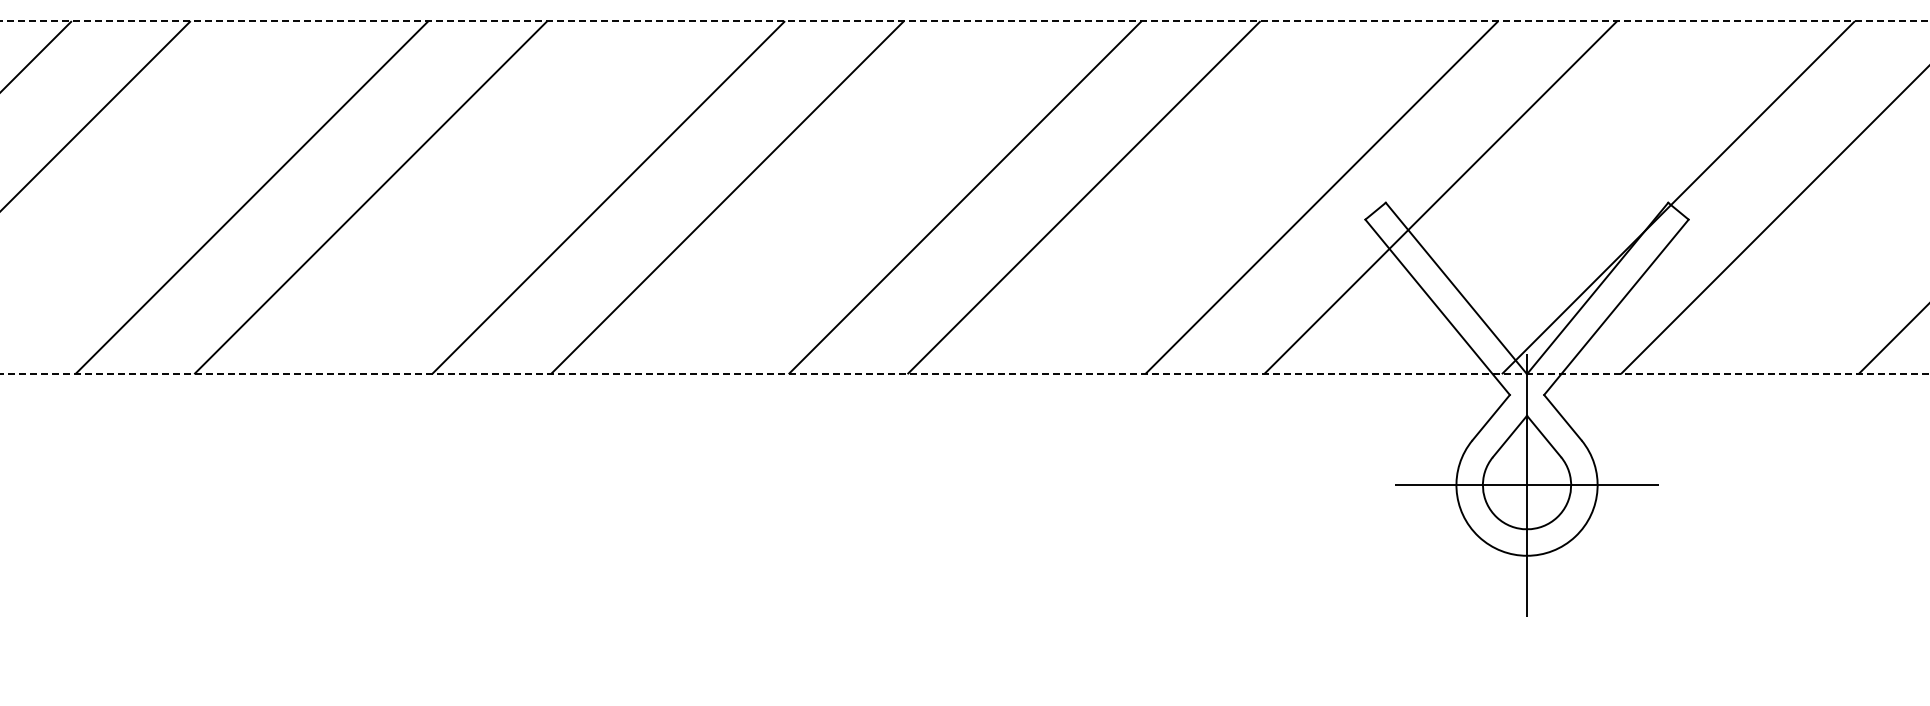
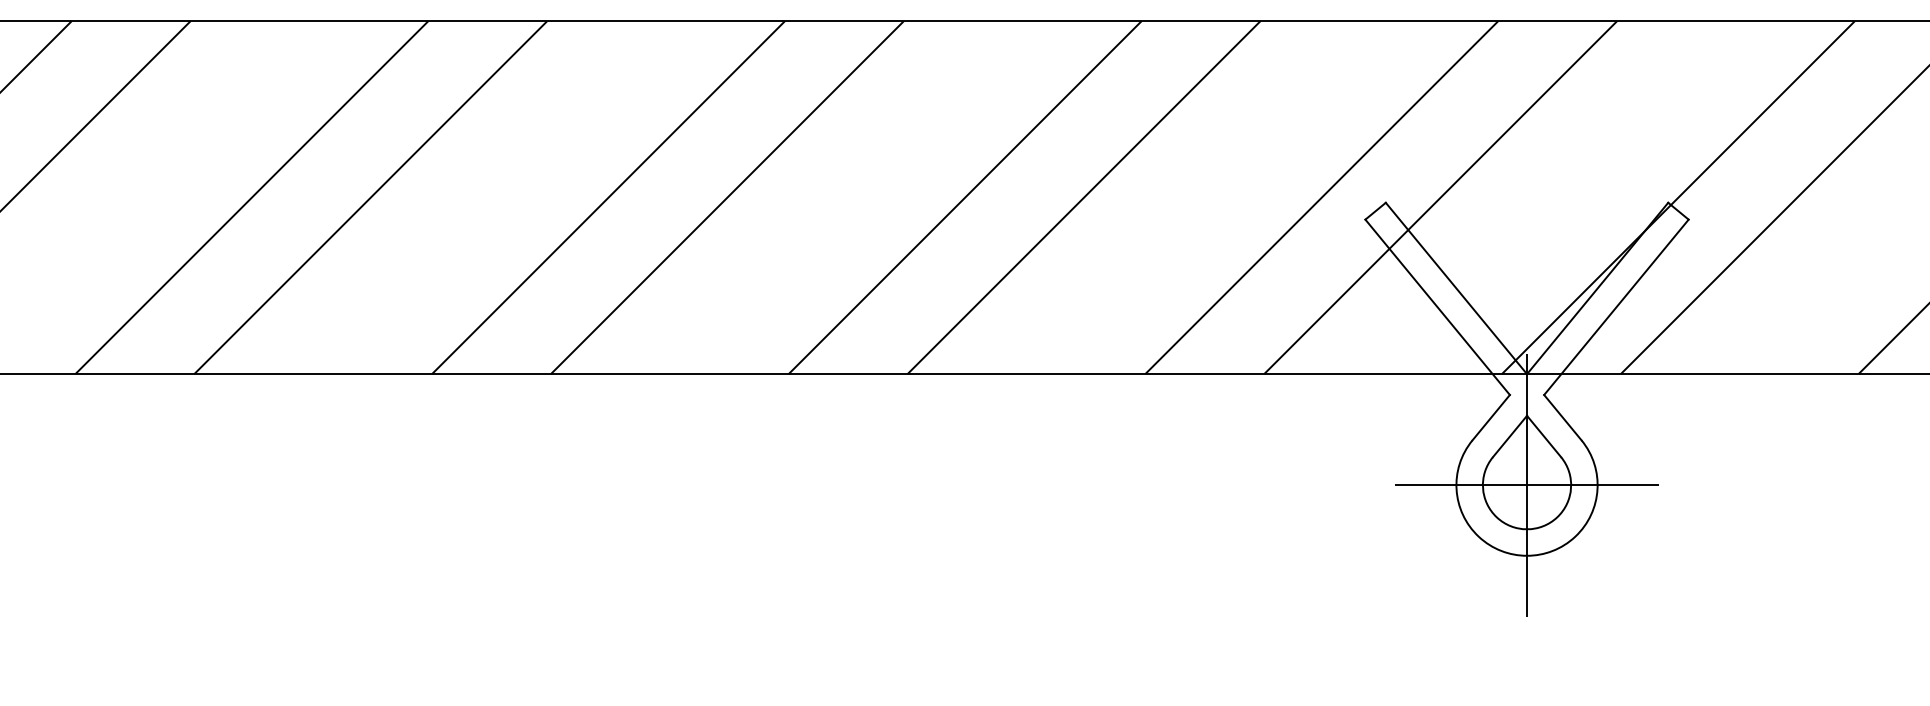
line at (964, 21): dashed -> solid
line at (964, 374): dashed -> solid
